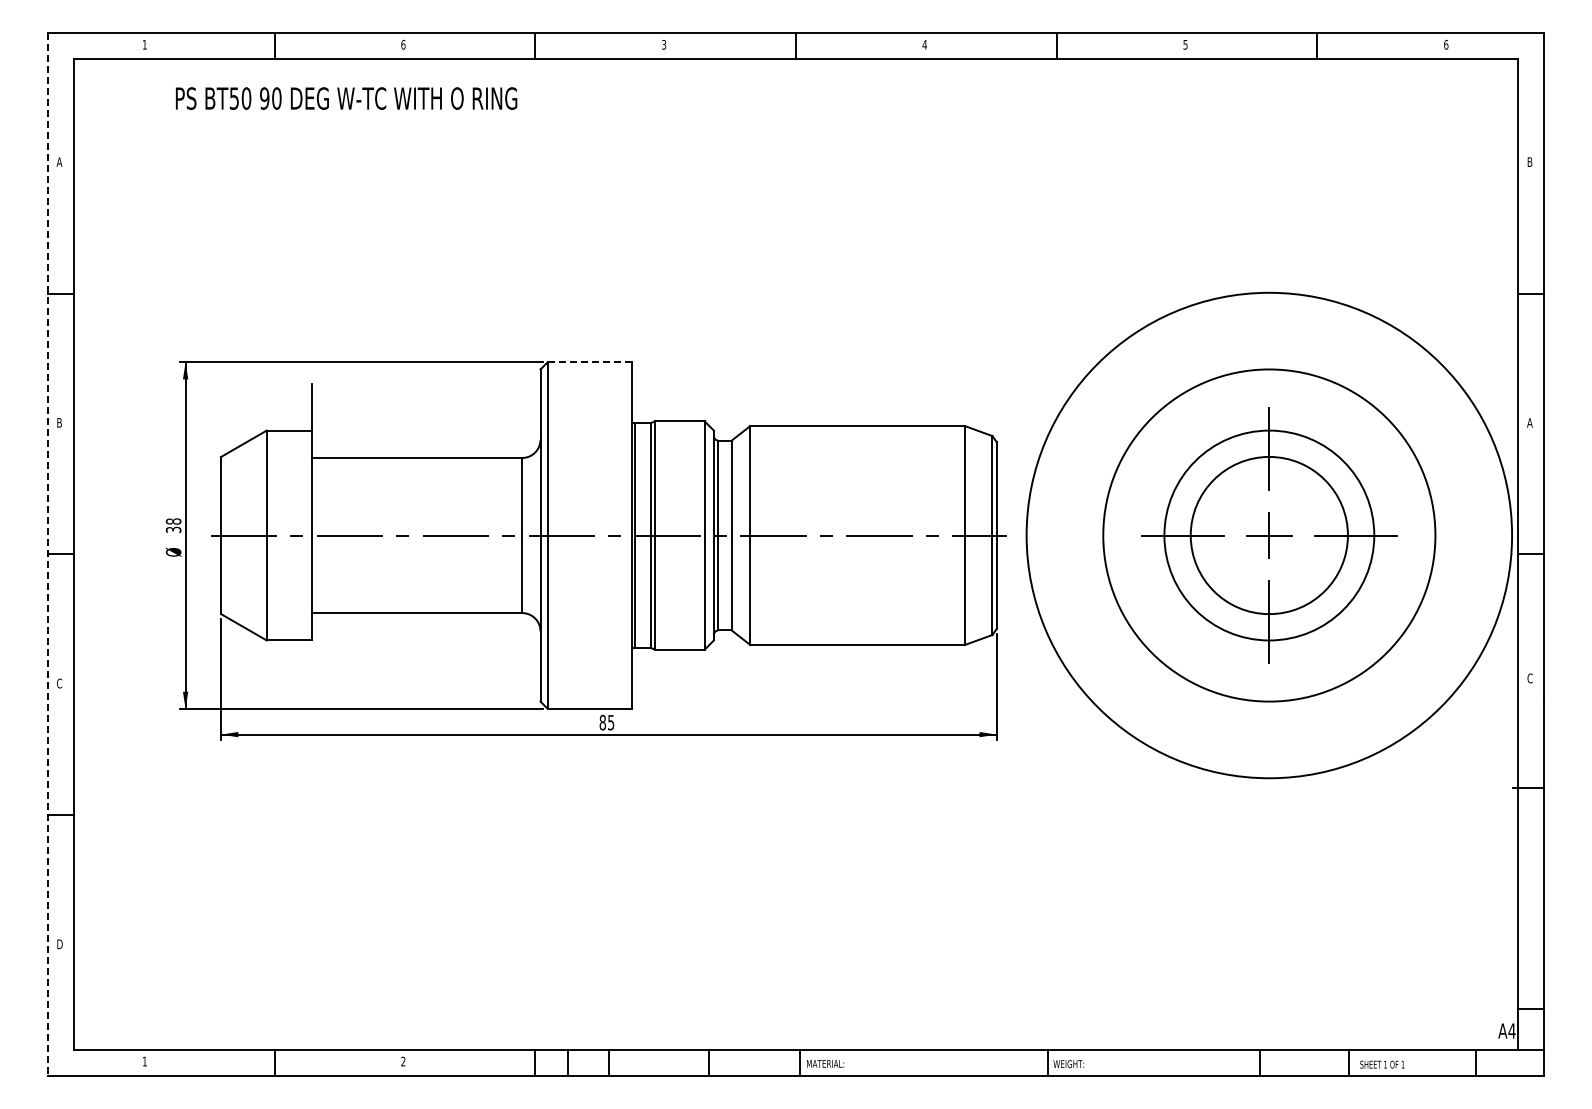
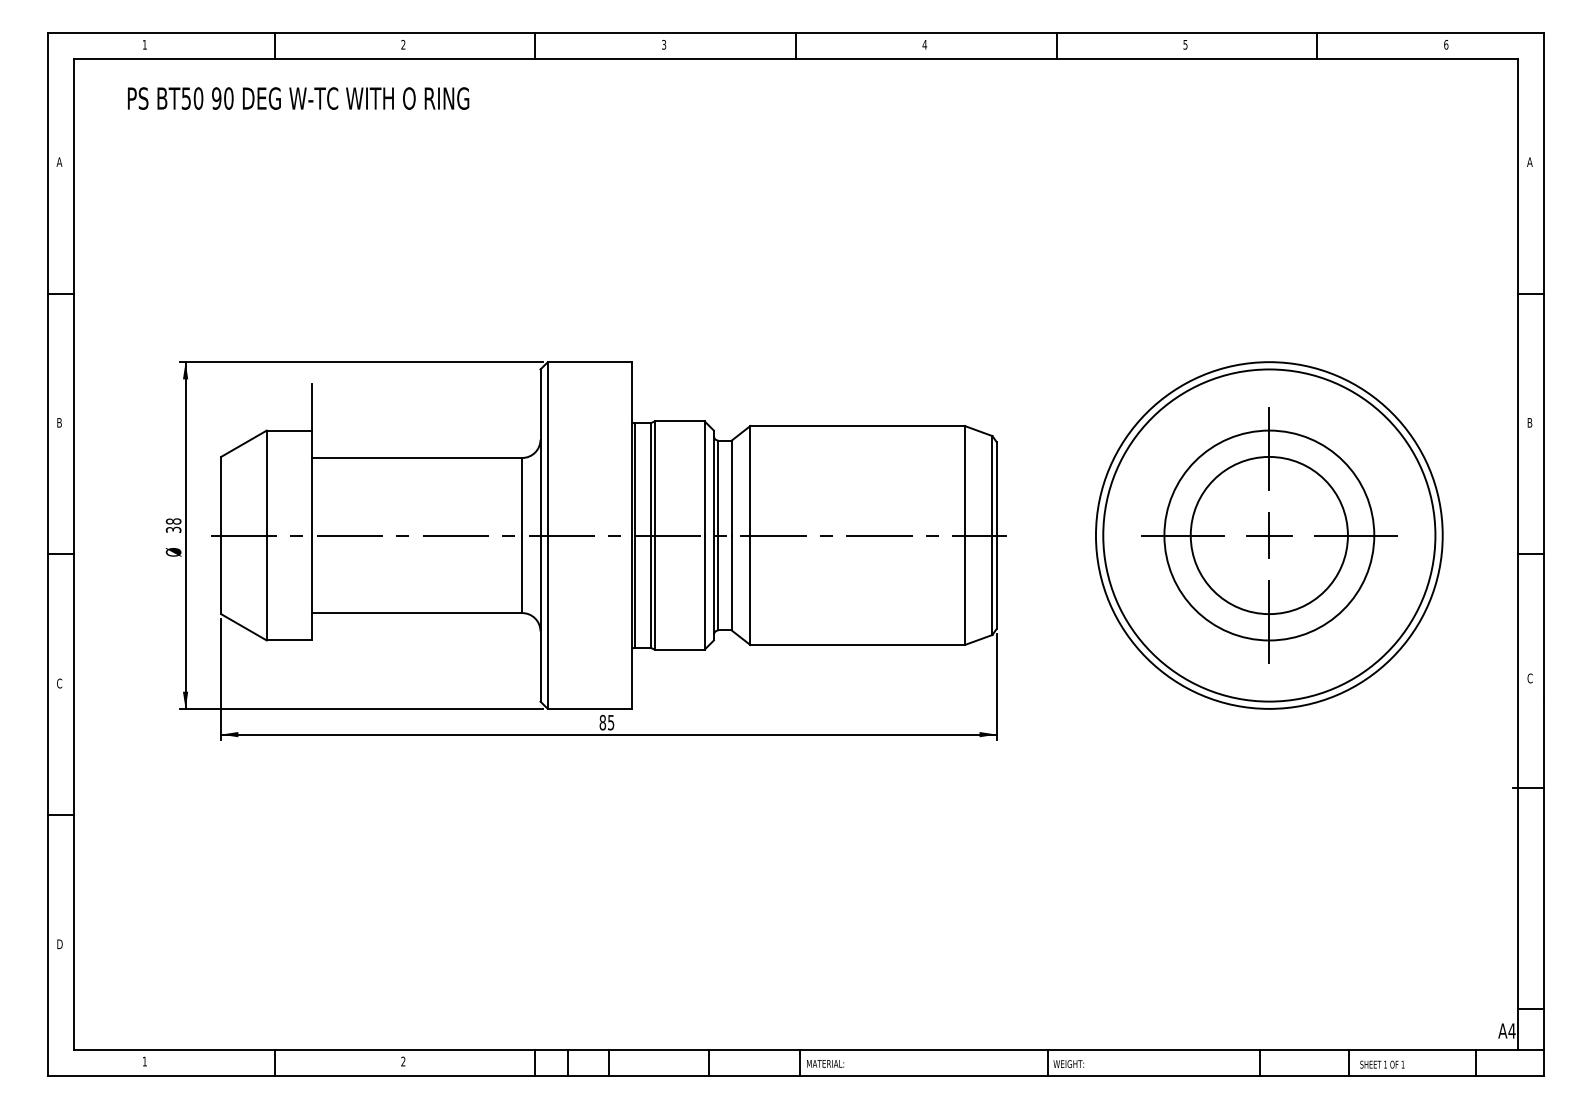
text at (403, 44): 6 -> 2
text at (346, 98) position: (346, 98) -> (298, 98)
text at (1529, 161): B -> A
line at (589, 362): dashed -> solid
text at (1529, 422): A -> B
circle at (1269, 535) diameter: 485 px -> 347 px
line at (47, 554): dashed -> solid
